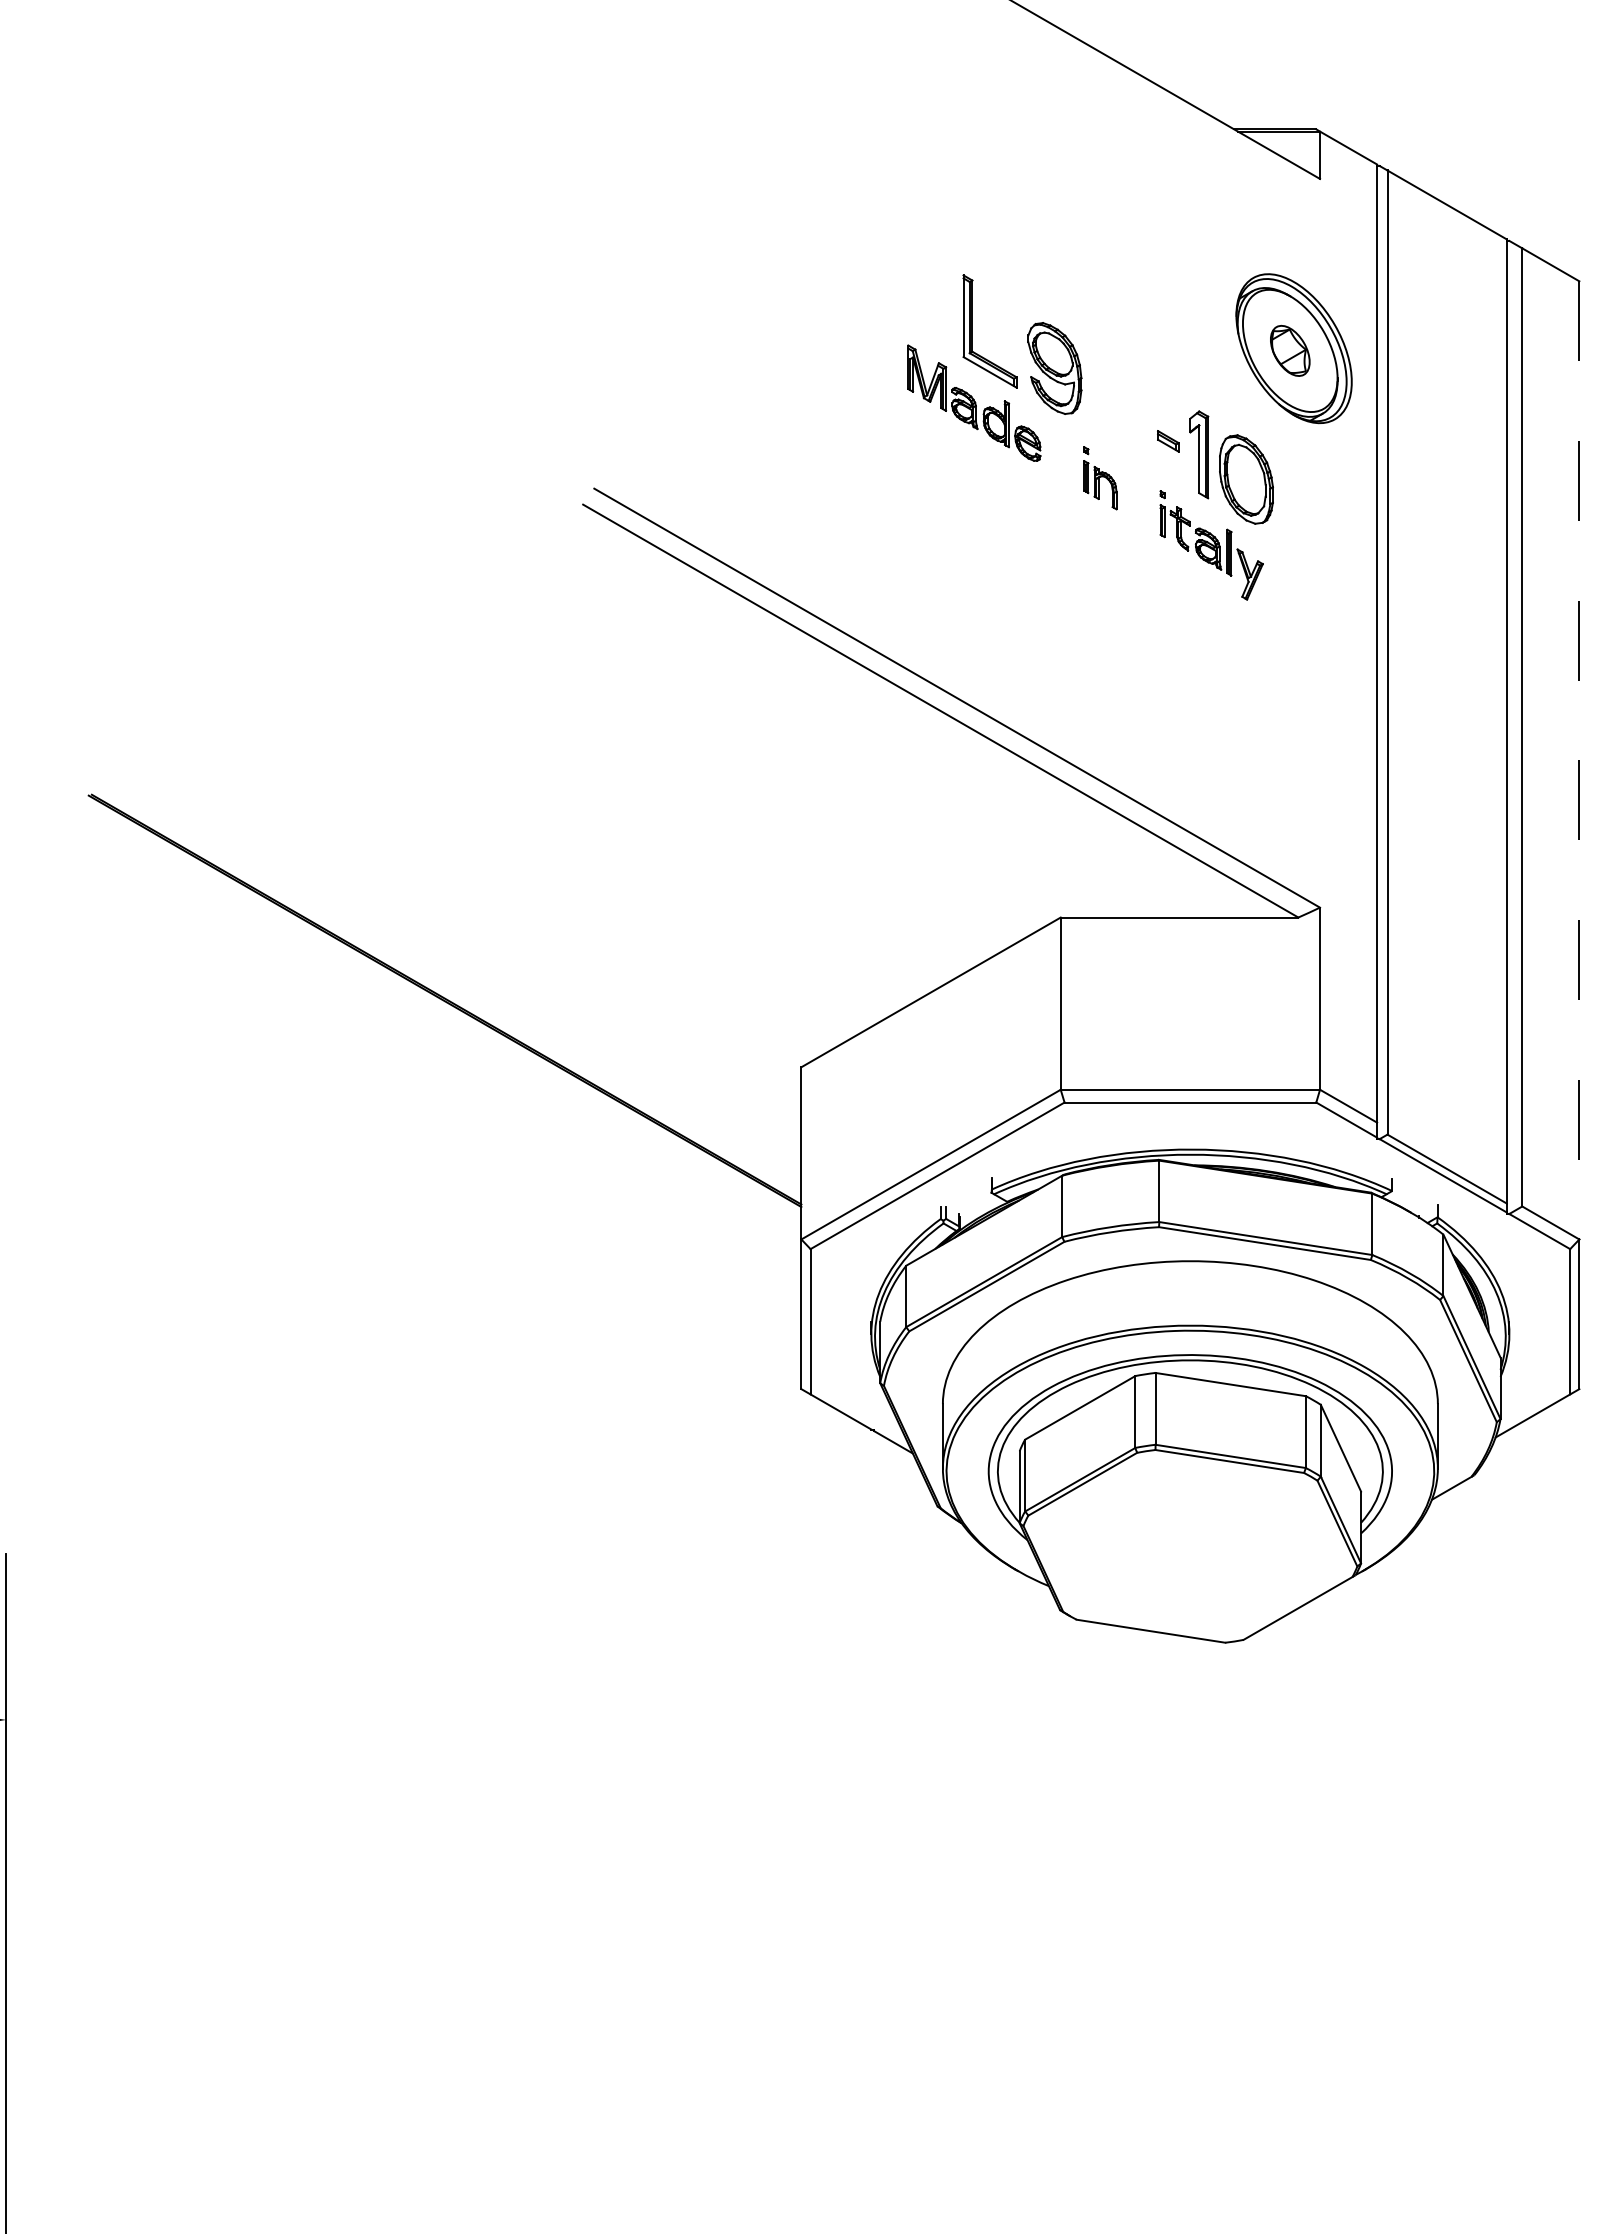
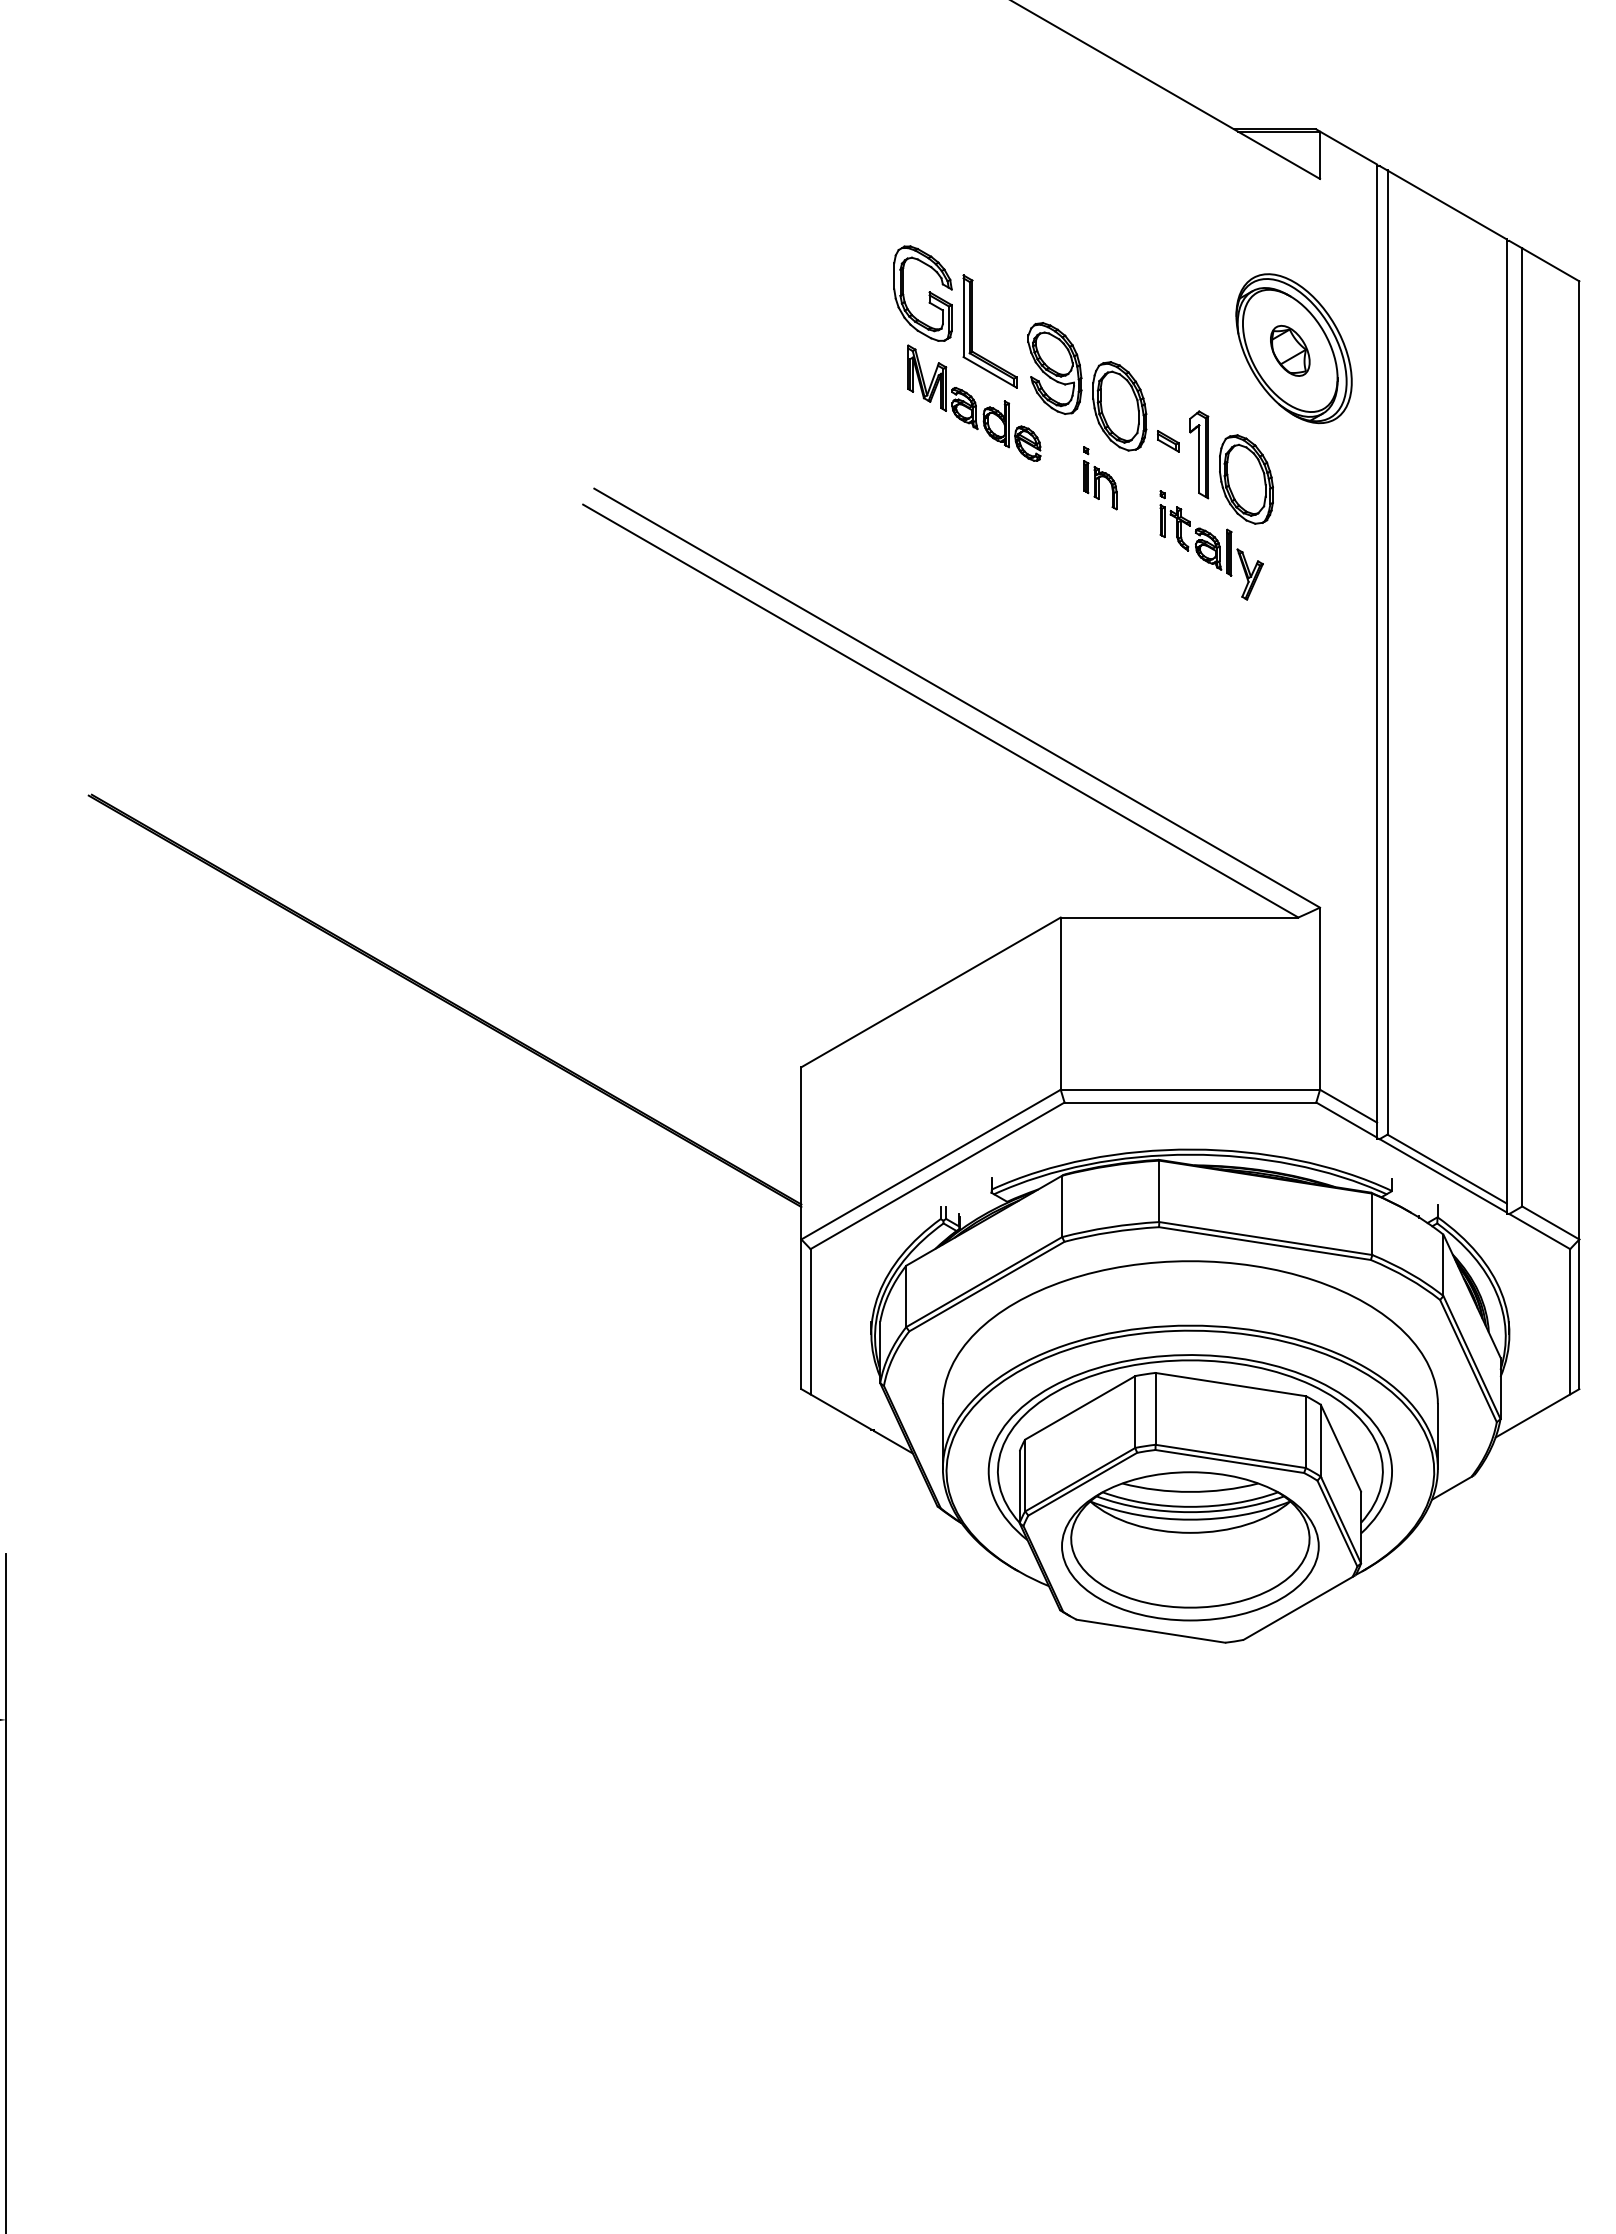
part at (928, 292): none -> present
part at (1119, 406): none -> present
line at (1579, 760): dashed -> solid
part at (1190, 1546): none -> present
